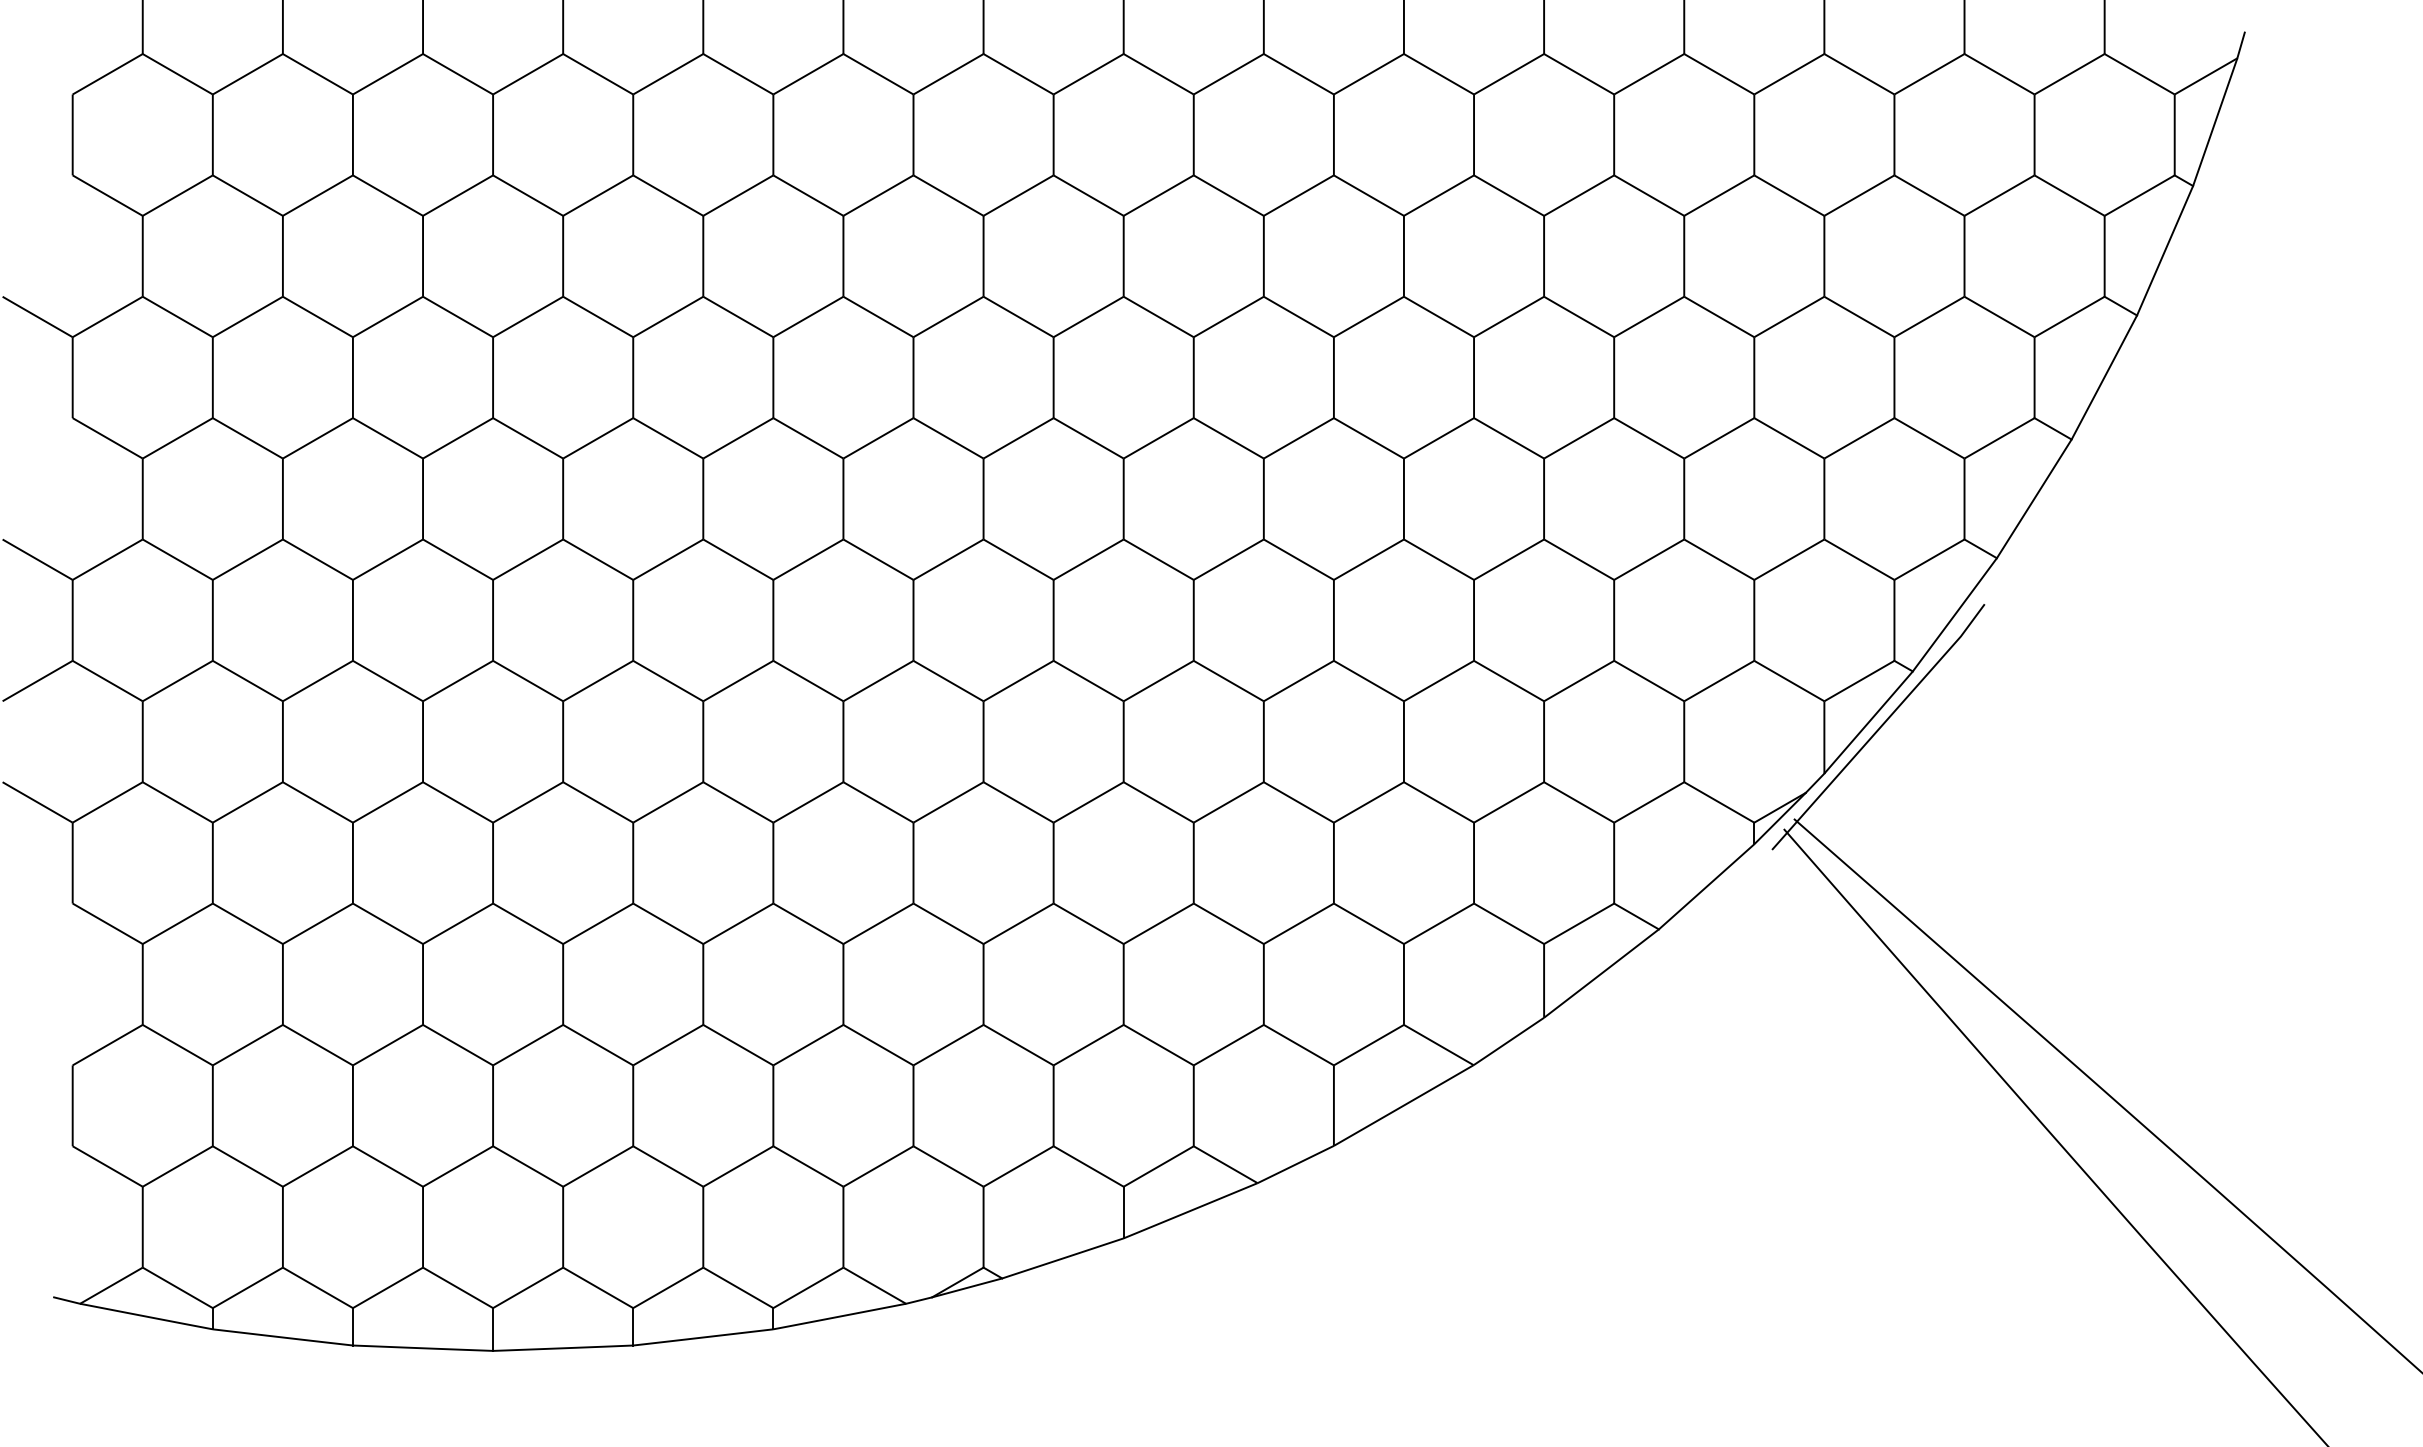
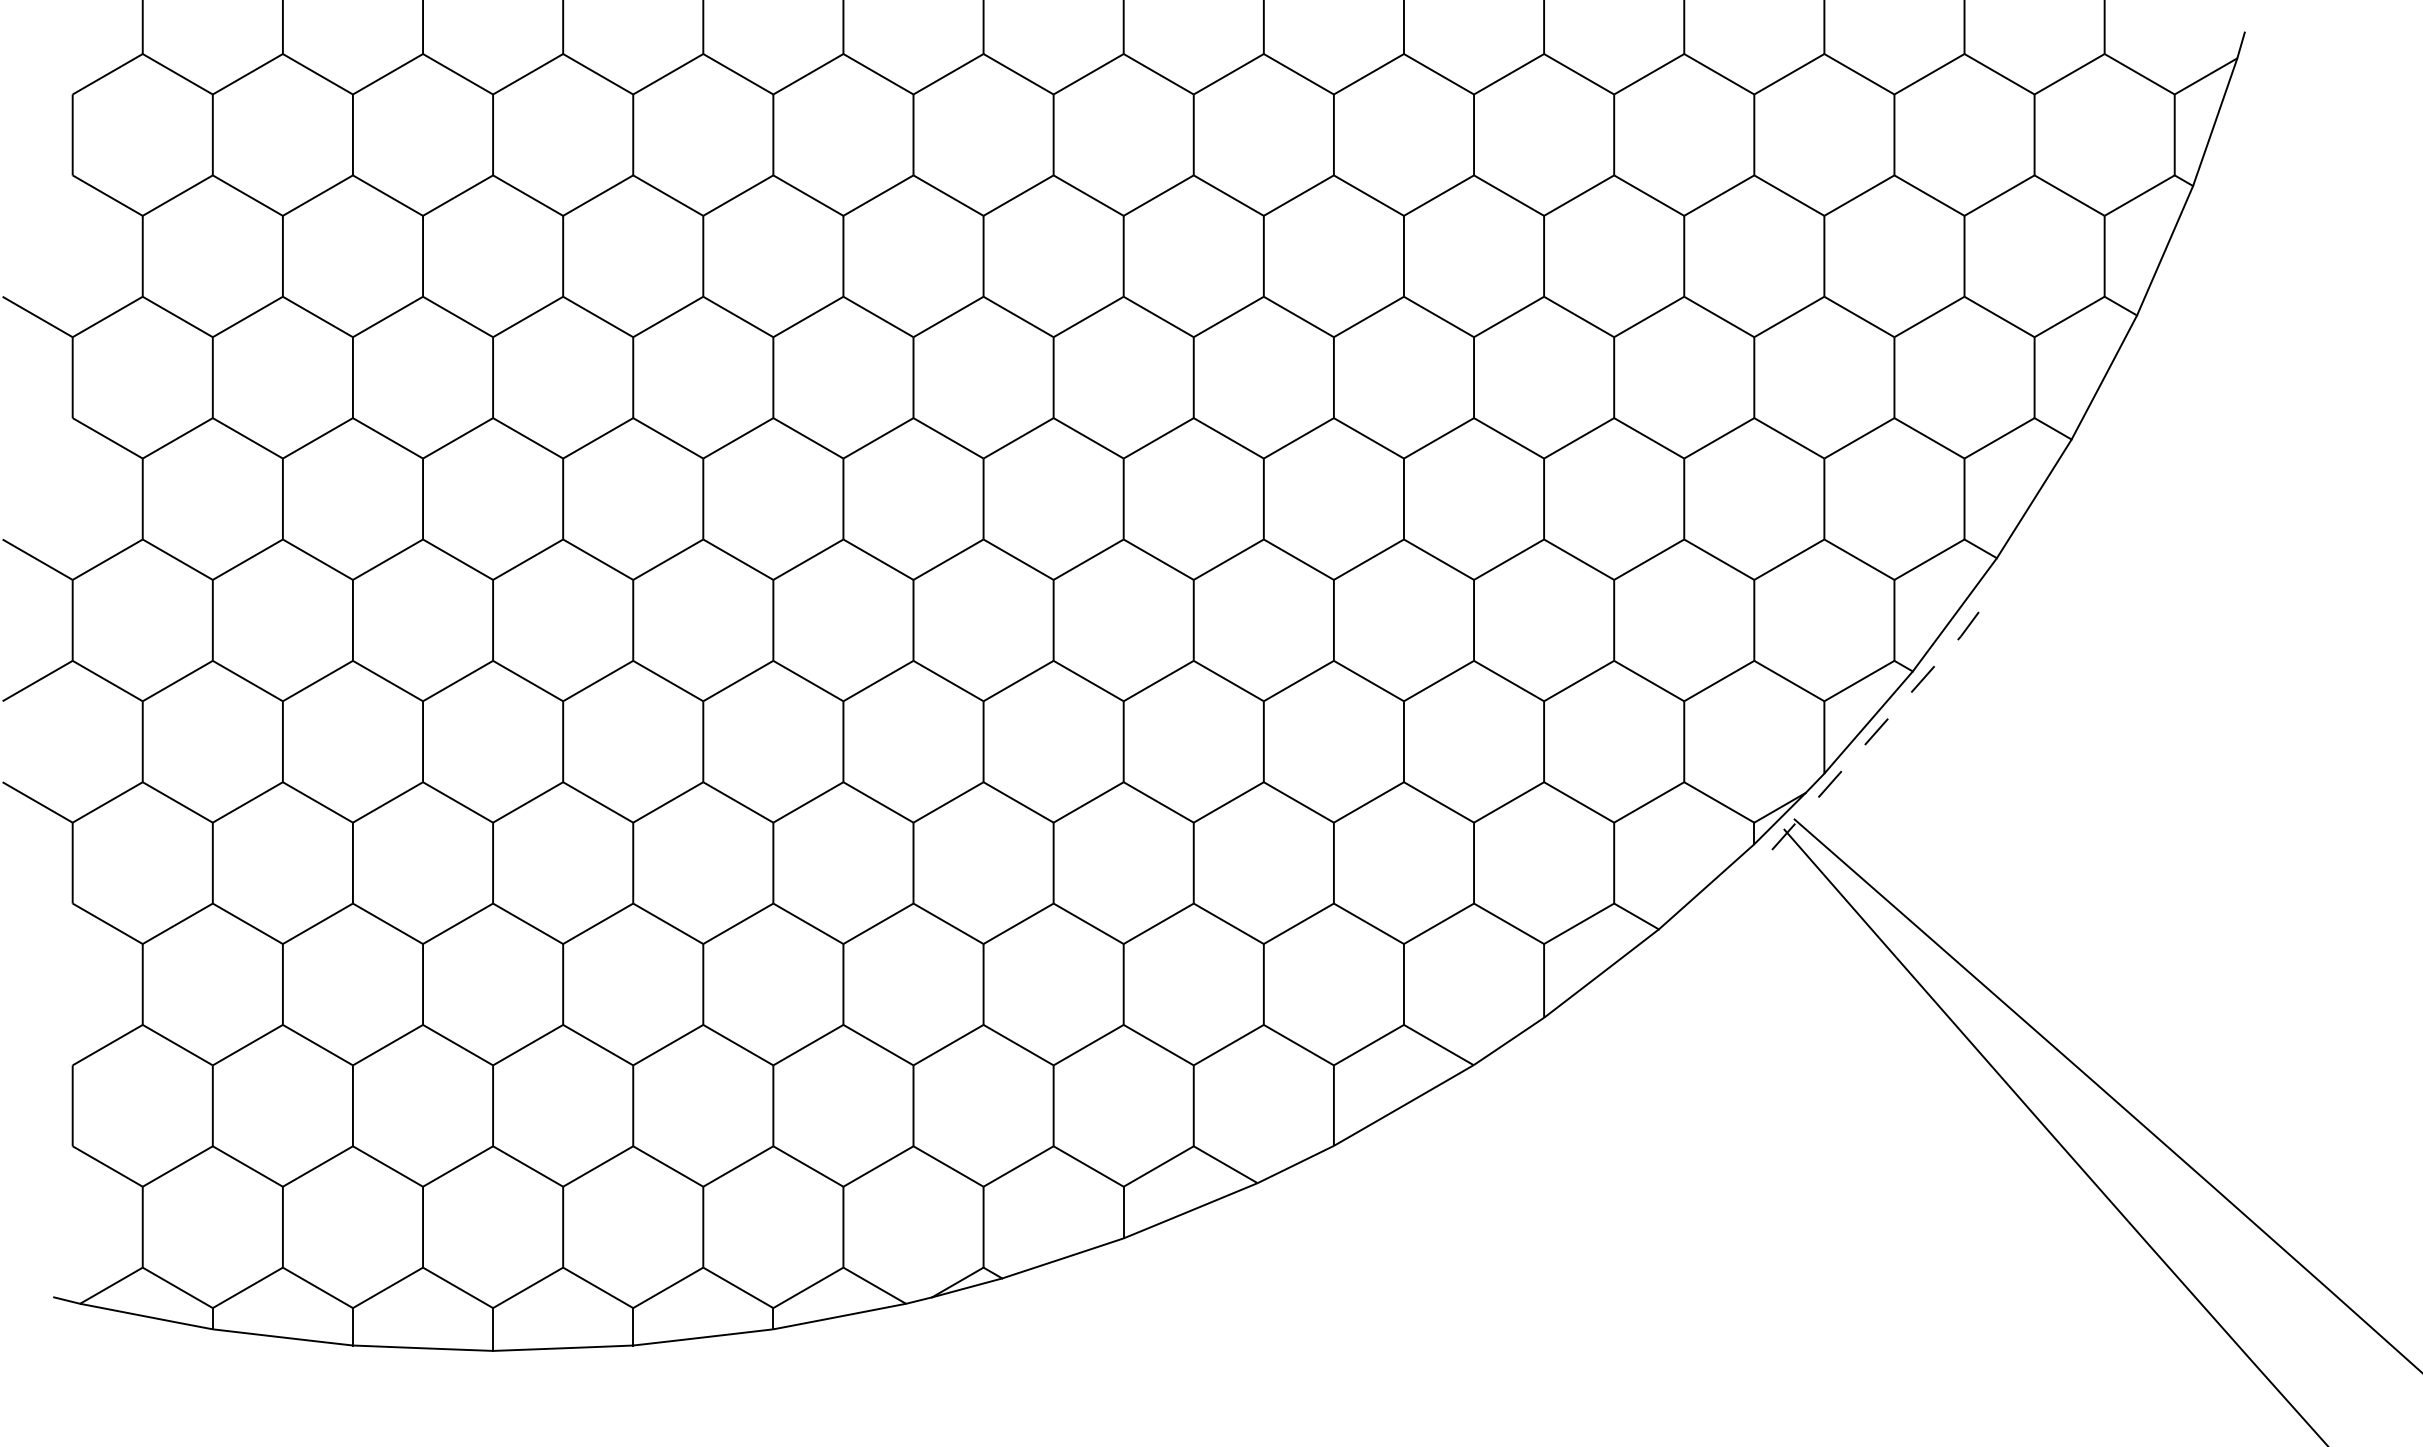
line at (1880, 727): solid -> dashed
